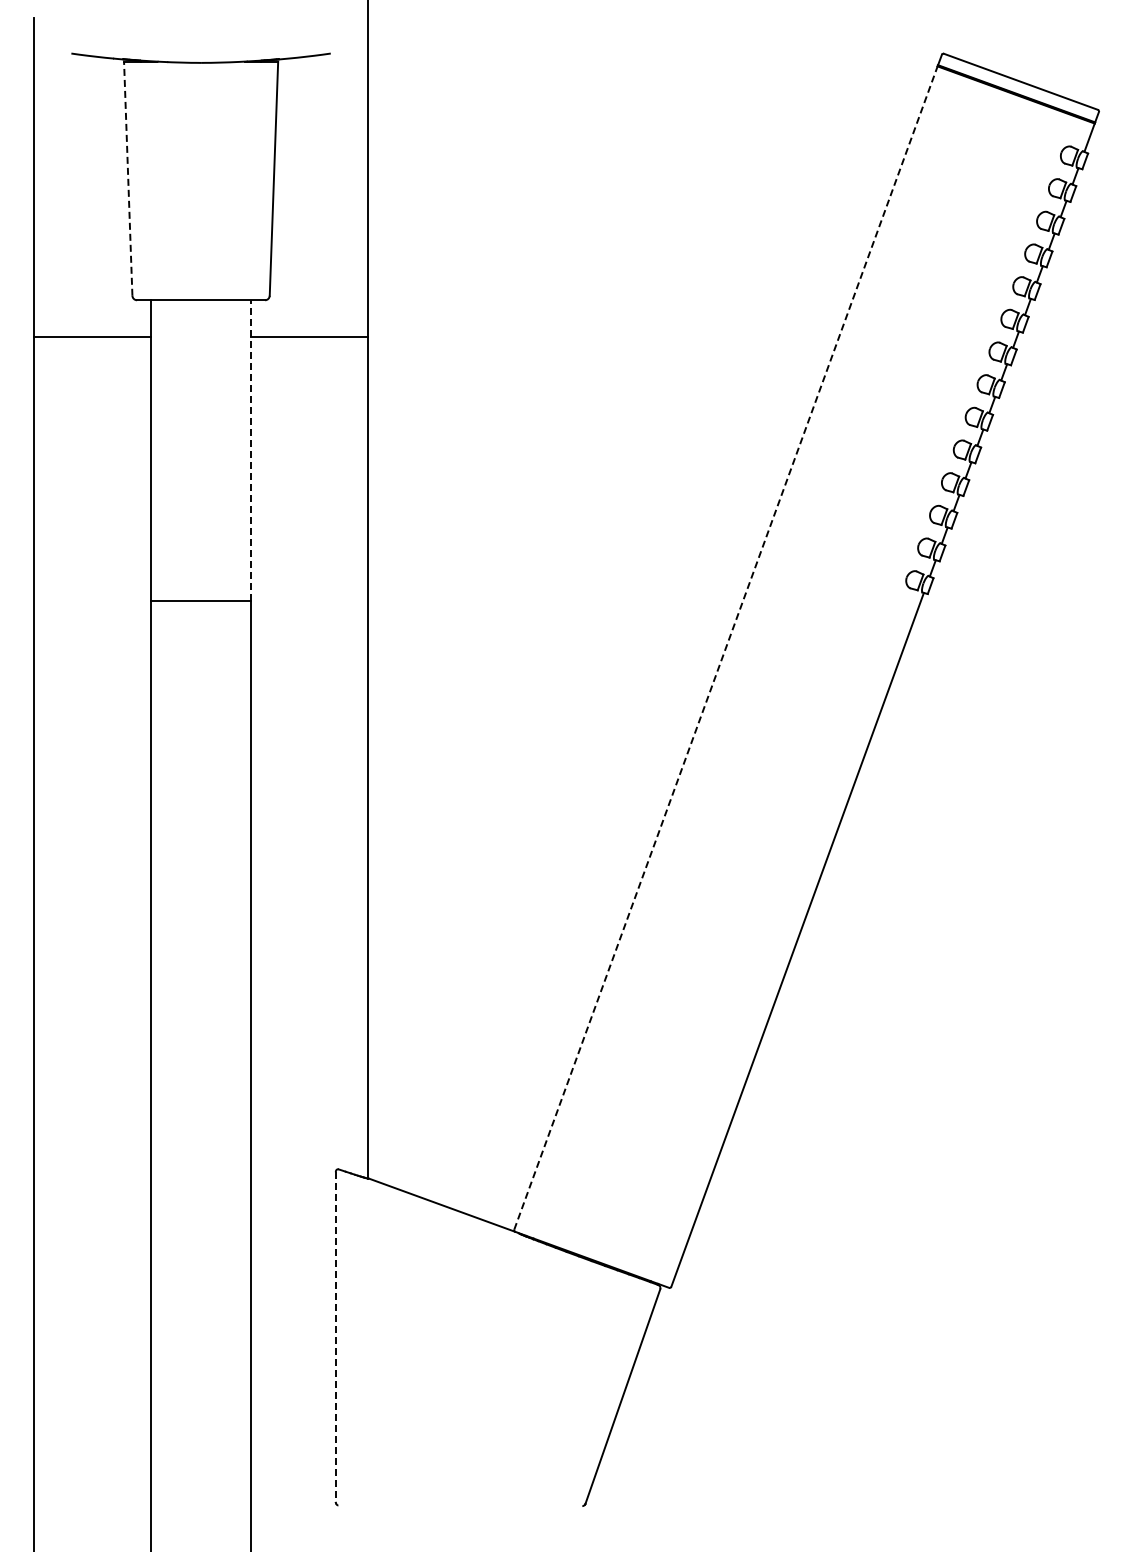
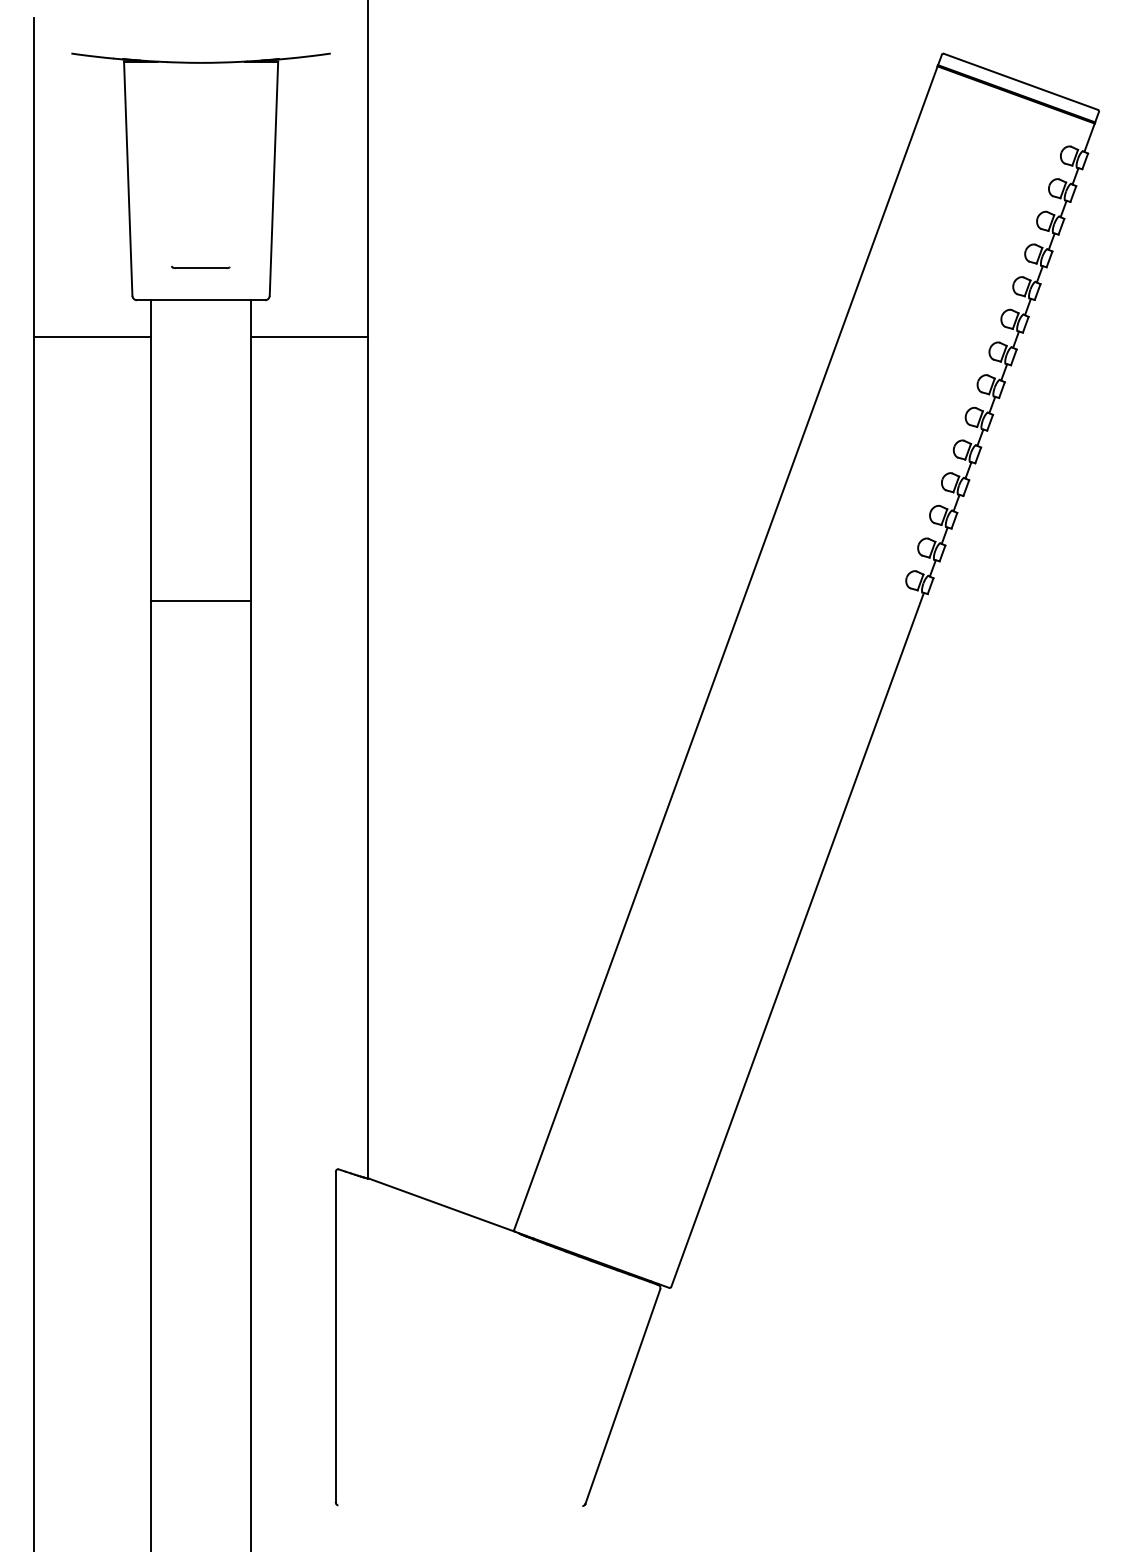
line at (128, 178): dashed -> solid
part at (200, 266): none -> present
line at (251, 450): dashed -> solid
line at (725, 648): dashed -> solid
line at (335, 1337): dashed -> solid
